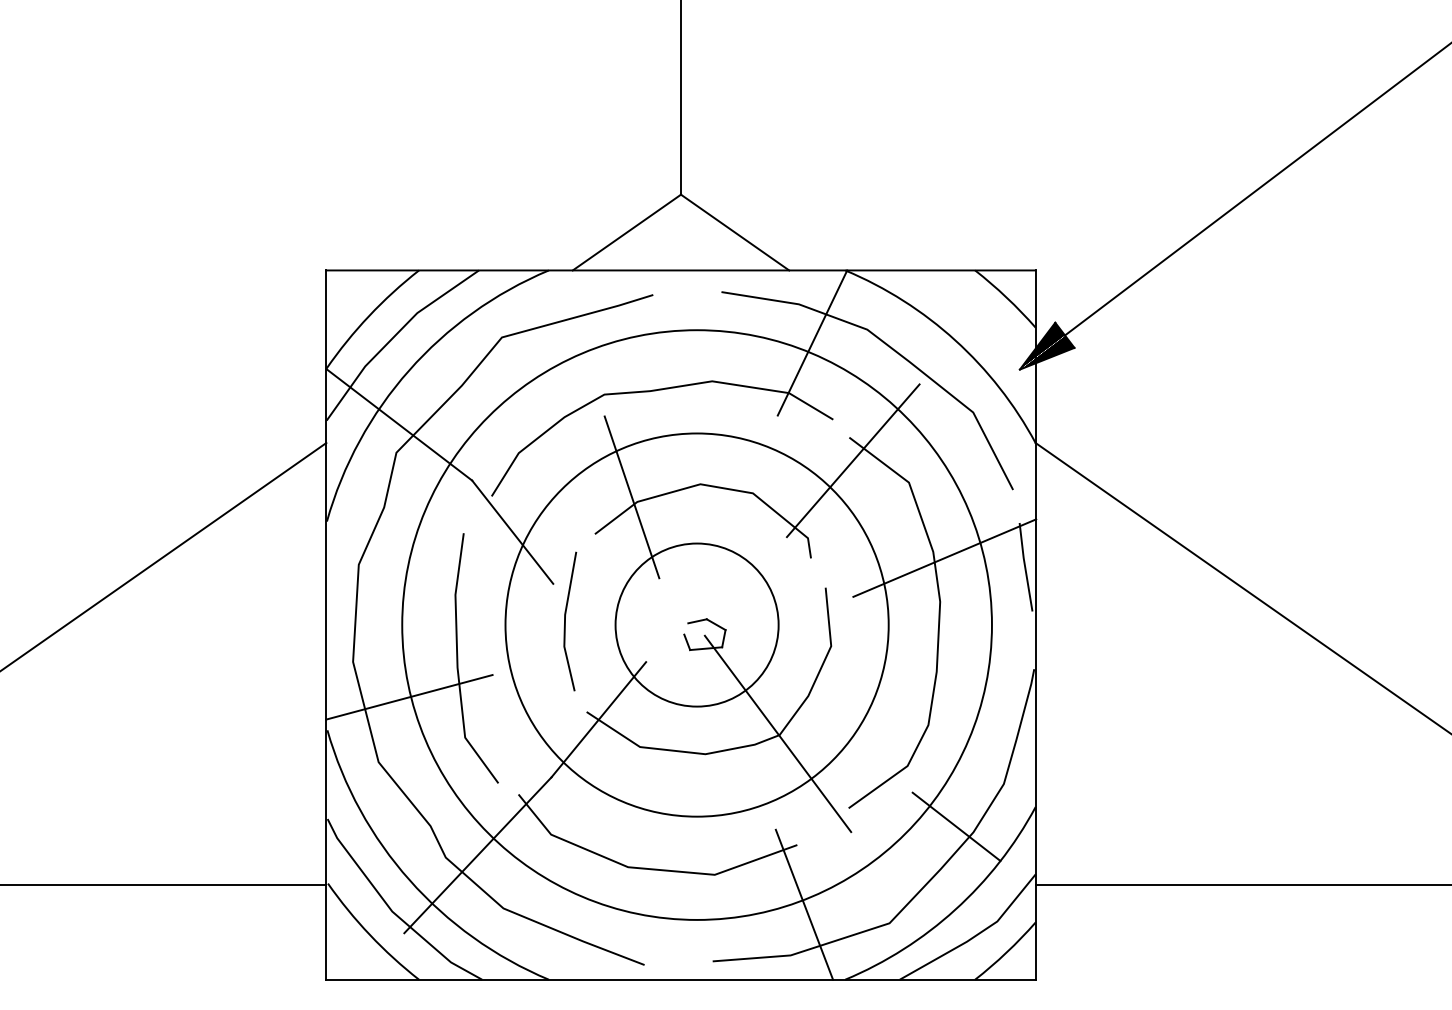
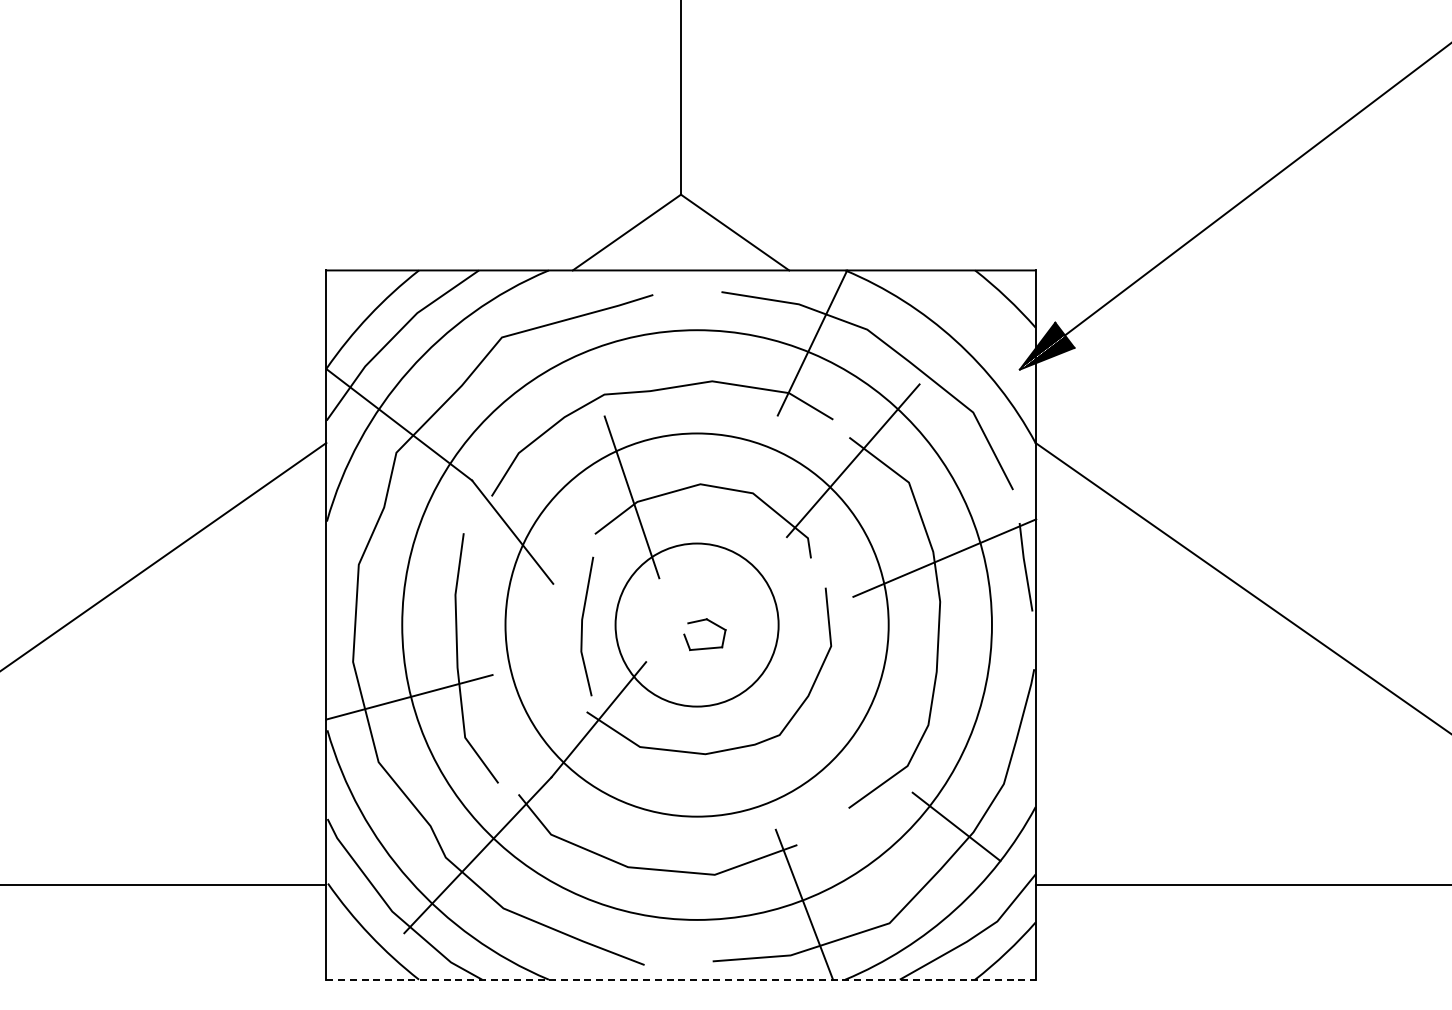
line at (565, 621) position: (565, 621) -> (582, 626)
line at (777, 733): present -> none
line at (681, 979): solid -> dashed
